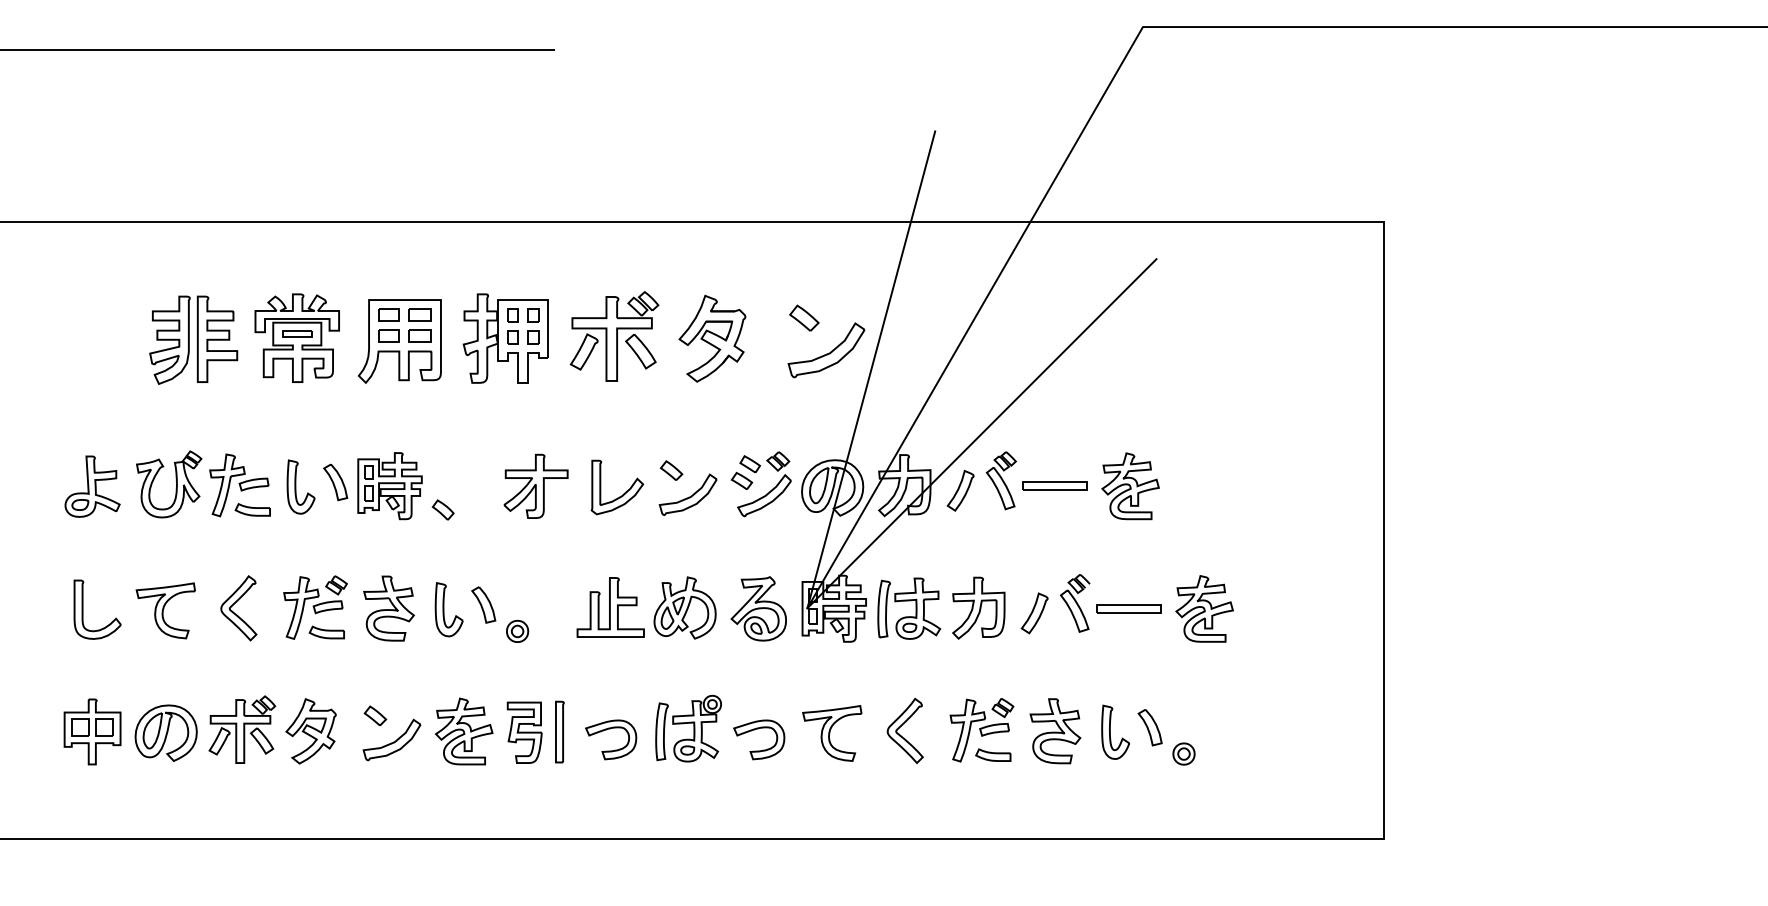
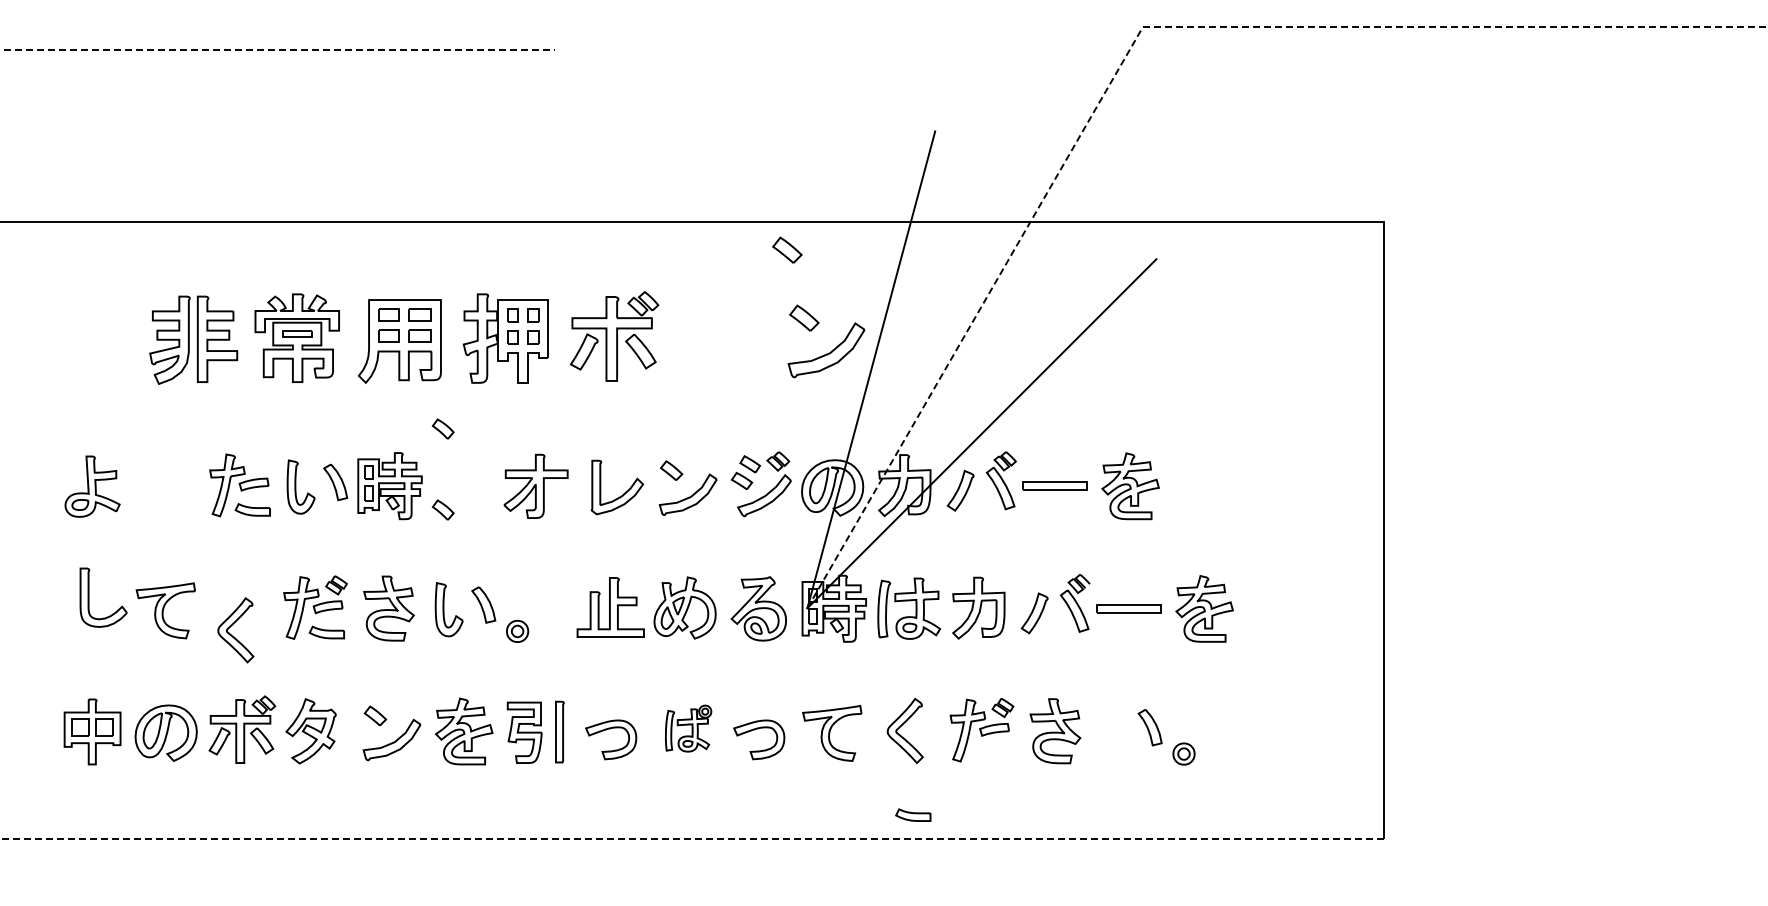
line at (1131, 46): solid -> dashed
line at (277, 50): solid -> dashed
part at (787, 249): none -> present
part at (712, 338): present -> none
part at (442, 428): none -> present
part at (176, 484): present -> none
part at (238, 608) position: (238, 608) -> (235, 630)
part at (83, 609) position: (83, 609) -> (89, 597)
part at (688, 728) size: 67x69 px -> 48x49 px
part at (1115, 731): present -> none
part at (993, 754) position: (993, 754) -> (913, 814)
line at (691, 838): solid -> dashed
